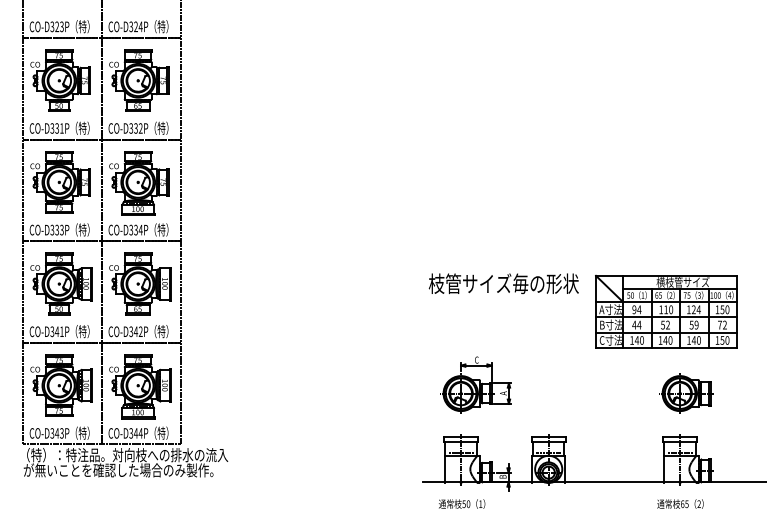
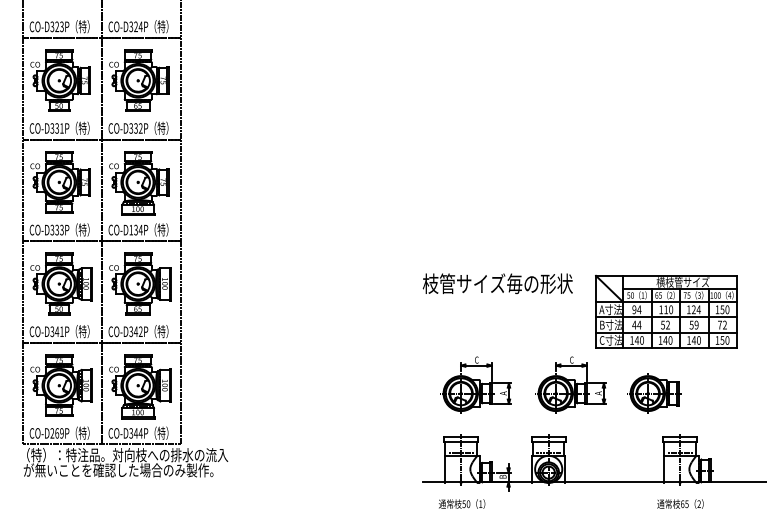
text at (131, 229): CO-D334P -> CO-D134P
text at (503, 283) position: (503, 283) -> (497, 283)
part at (570, 384): none -> present
part at (686, 393) position: (686, 393) -> (654, 393)
text at (56, 433): CO-D343P -> CO-D269P
